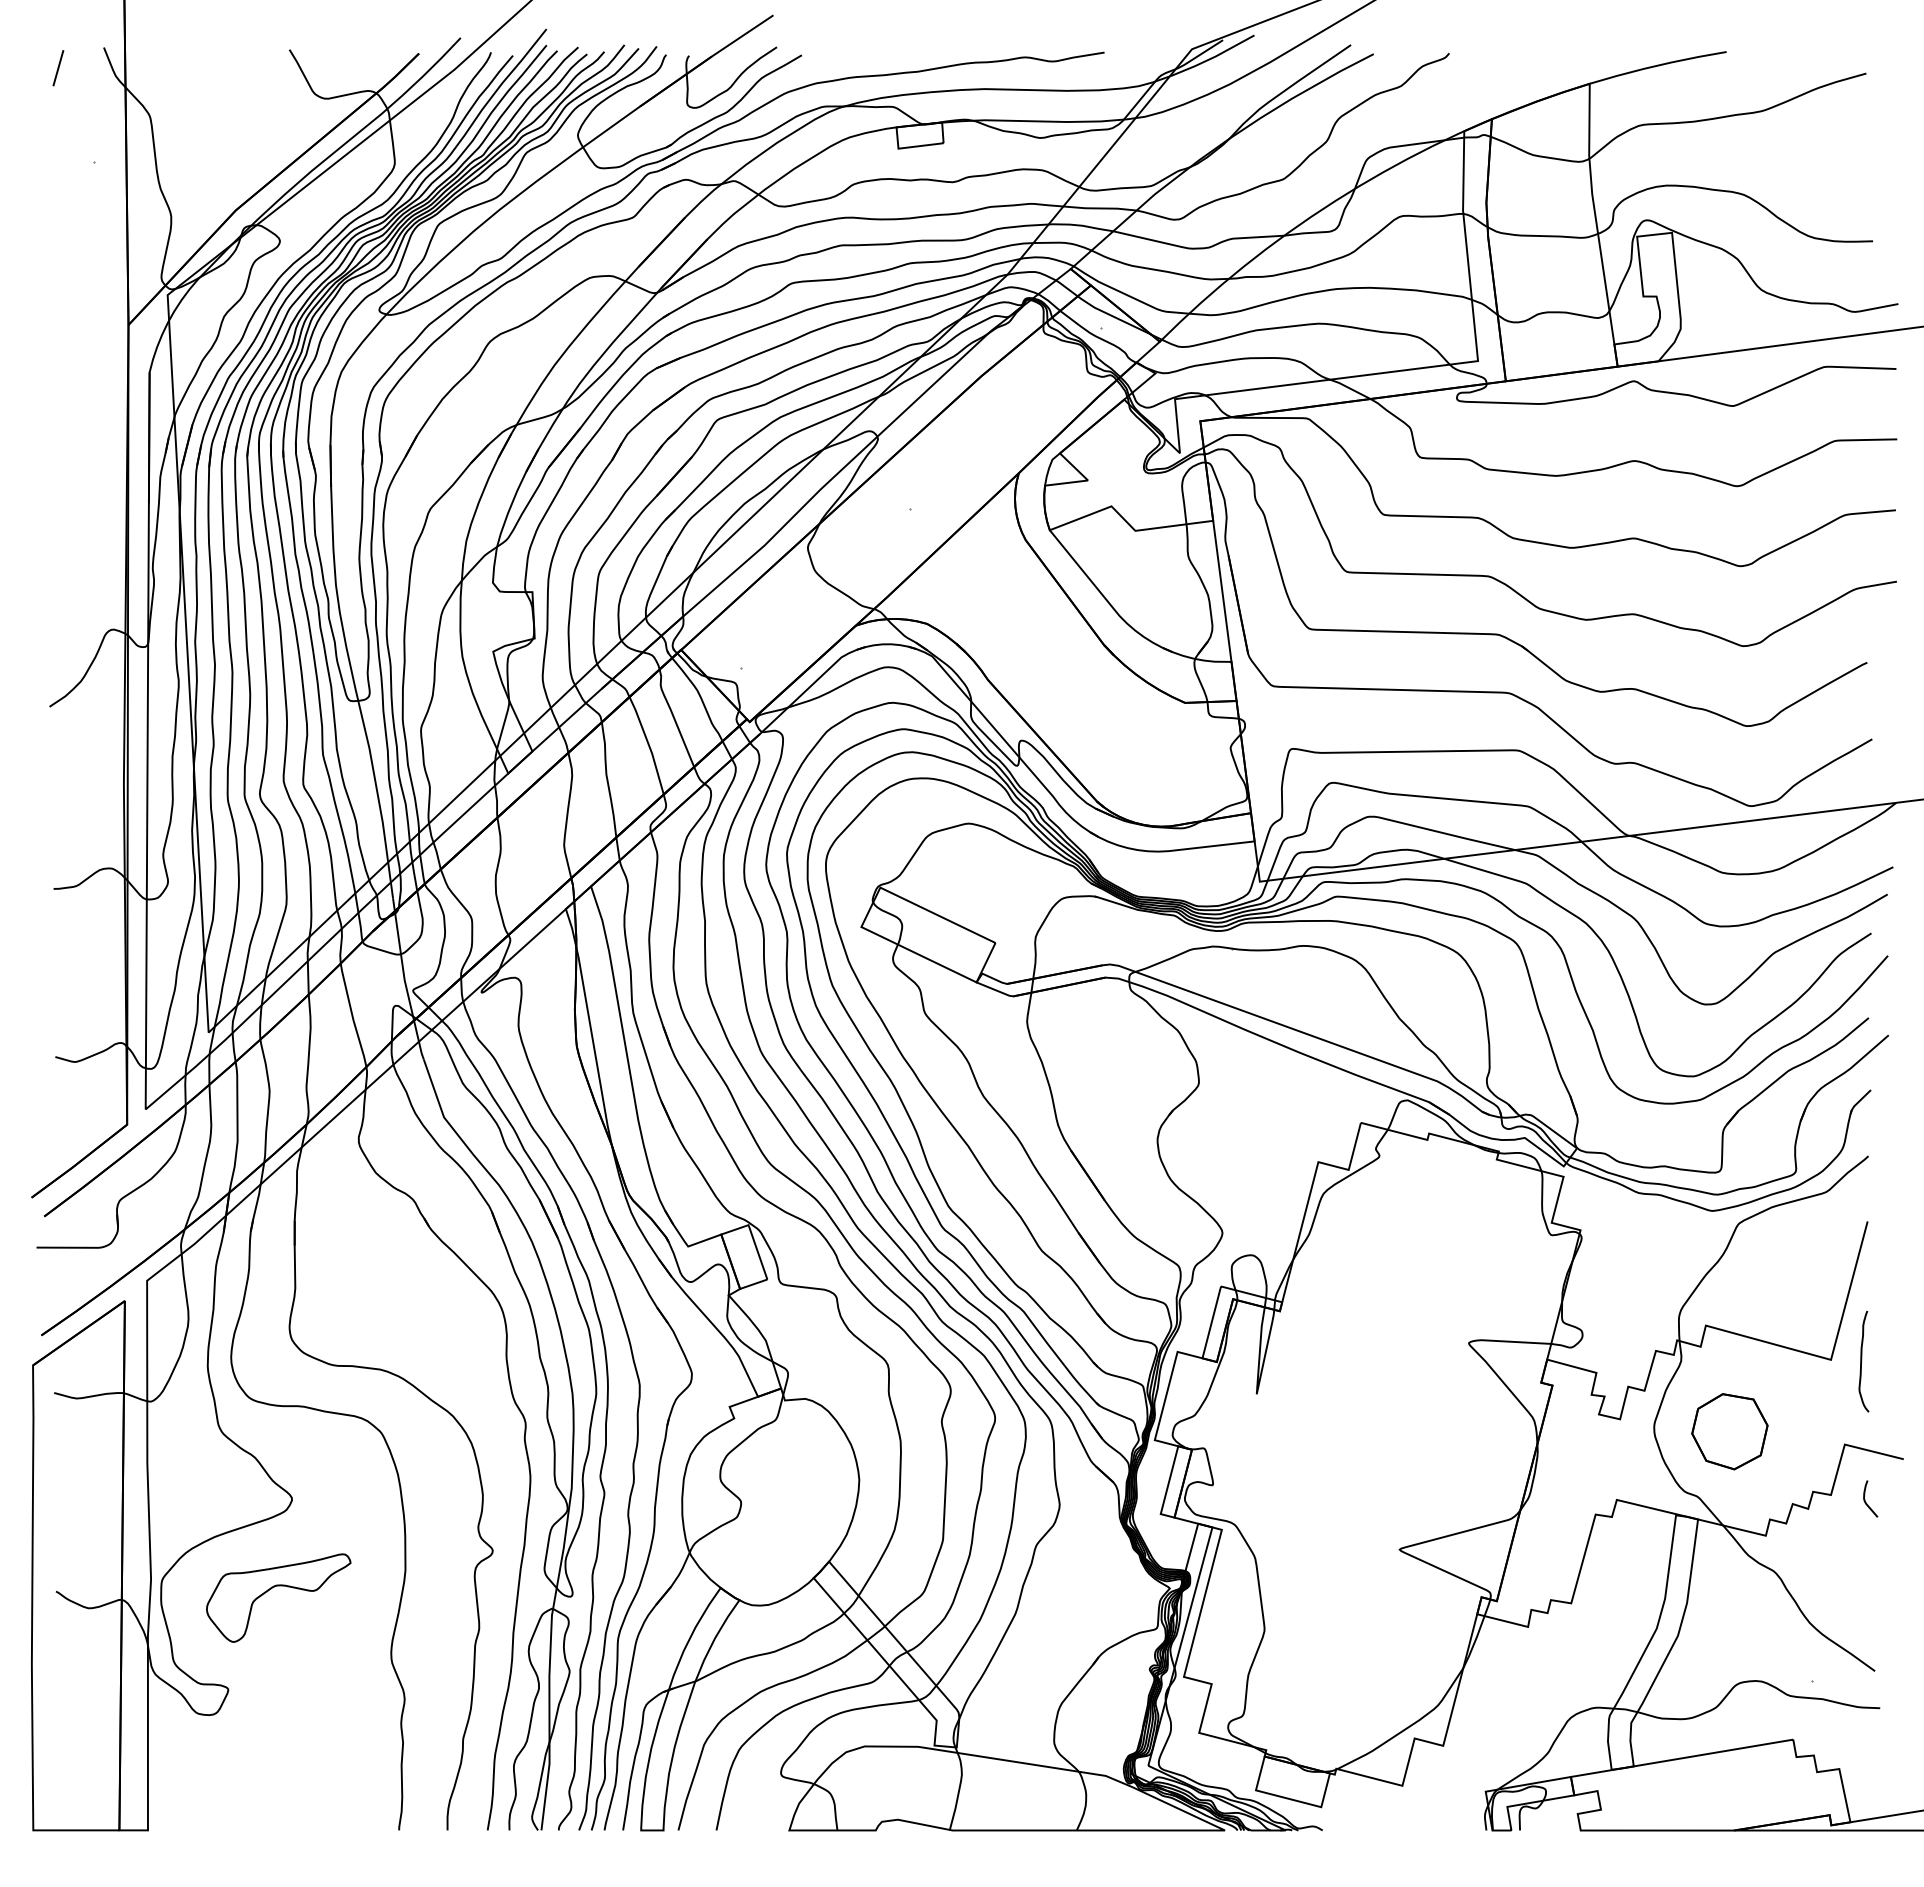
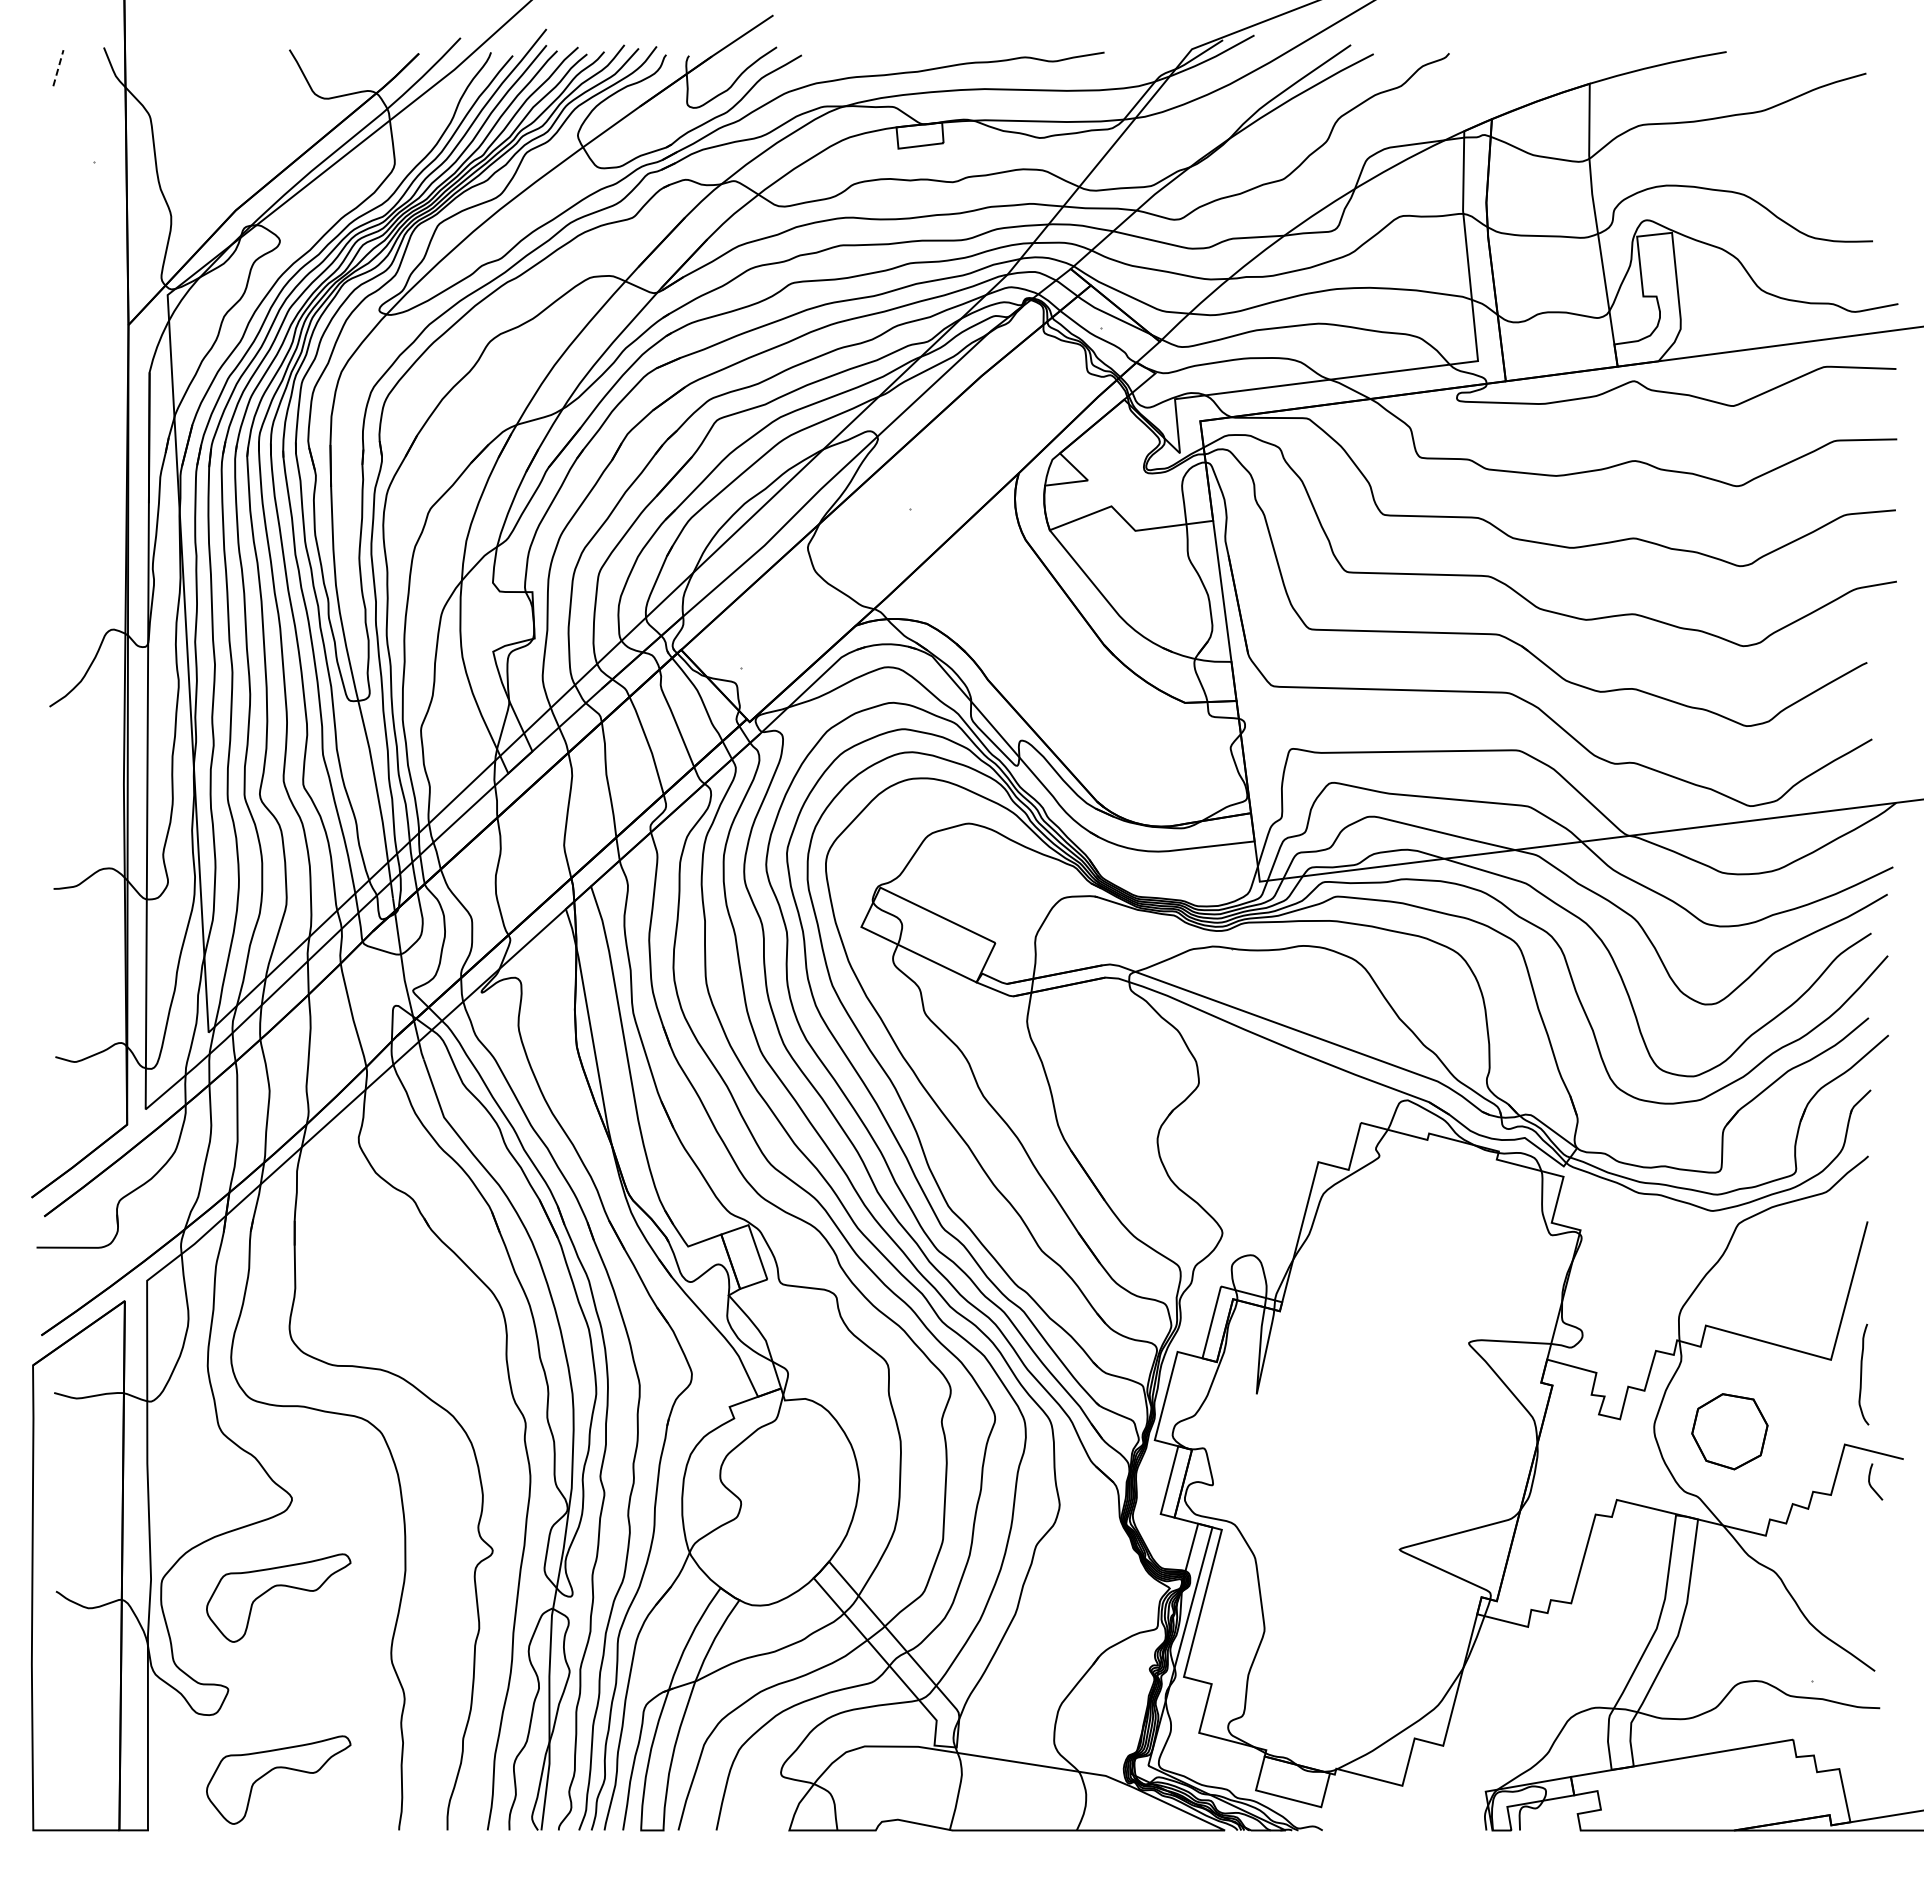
line at (58, 68): solid -> dashed
curve at (1862, 1361) position: (1862, 1361) -> (1862, 1374)
curve at (1865, 1499) position: (1865, 1499) -> (1870, 1482)
part at (271, 1771): none -> present
